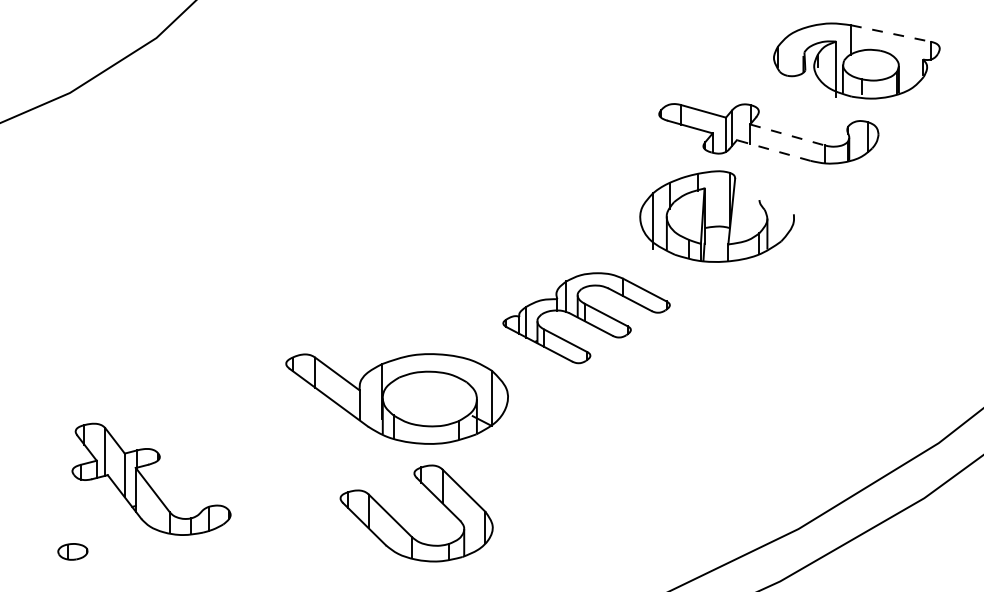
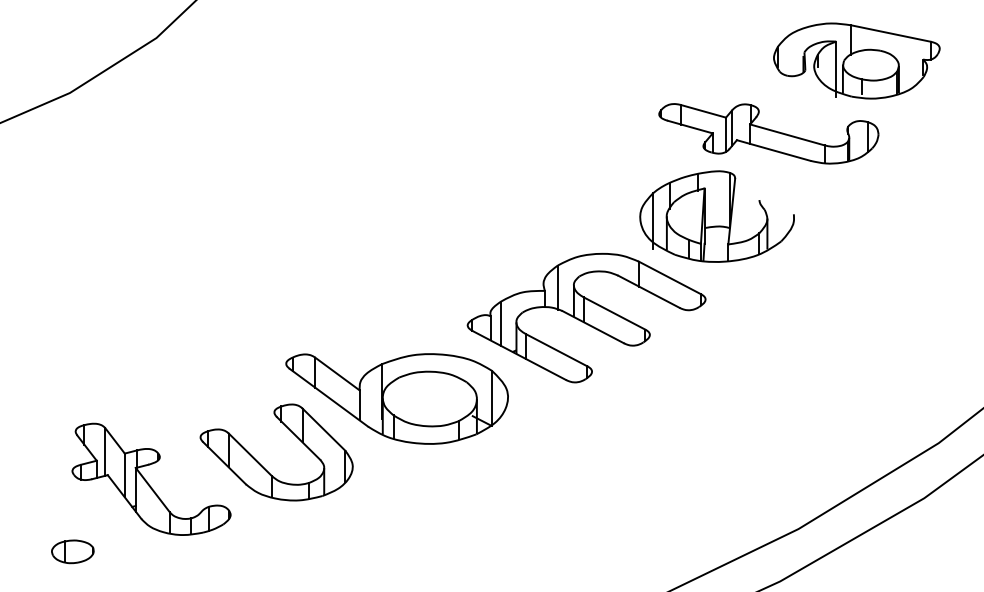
line at (890, 33): dashed -> solid
line at (787, 134): dashed -> solid
line at (773, 150): dashed -> solid
part at (586, 318) size: 169x93 px -> 241x131 px
part at (402, 526) position: (402, 526) -> (262, 465)
part at (72, 551) size: 32x18 px -> 44x26 px
